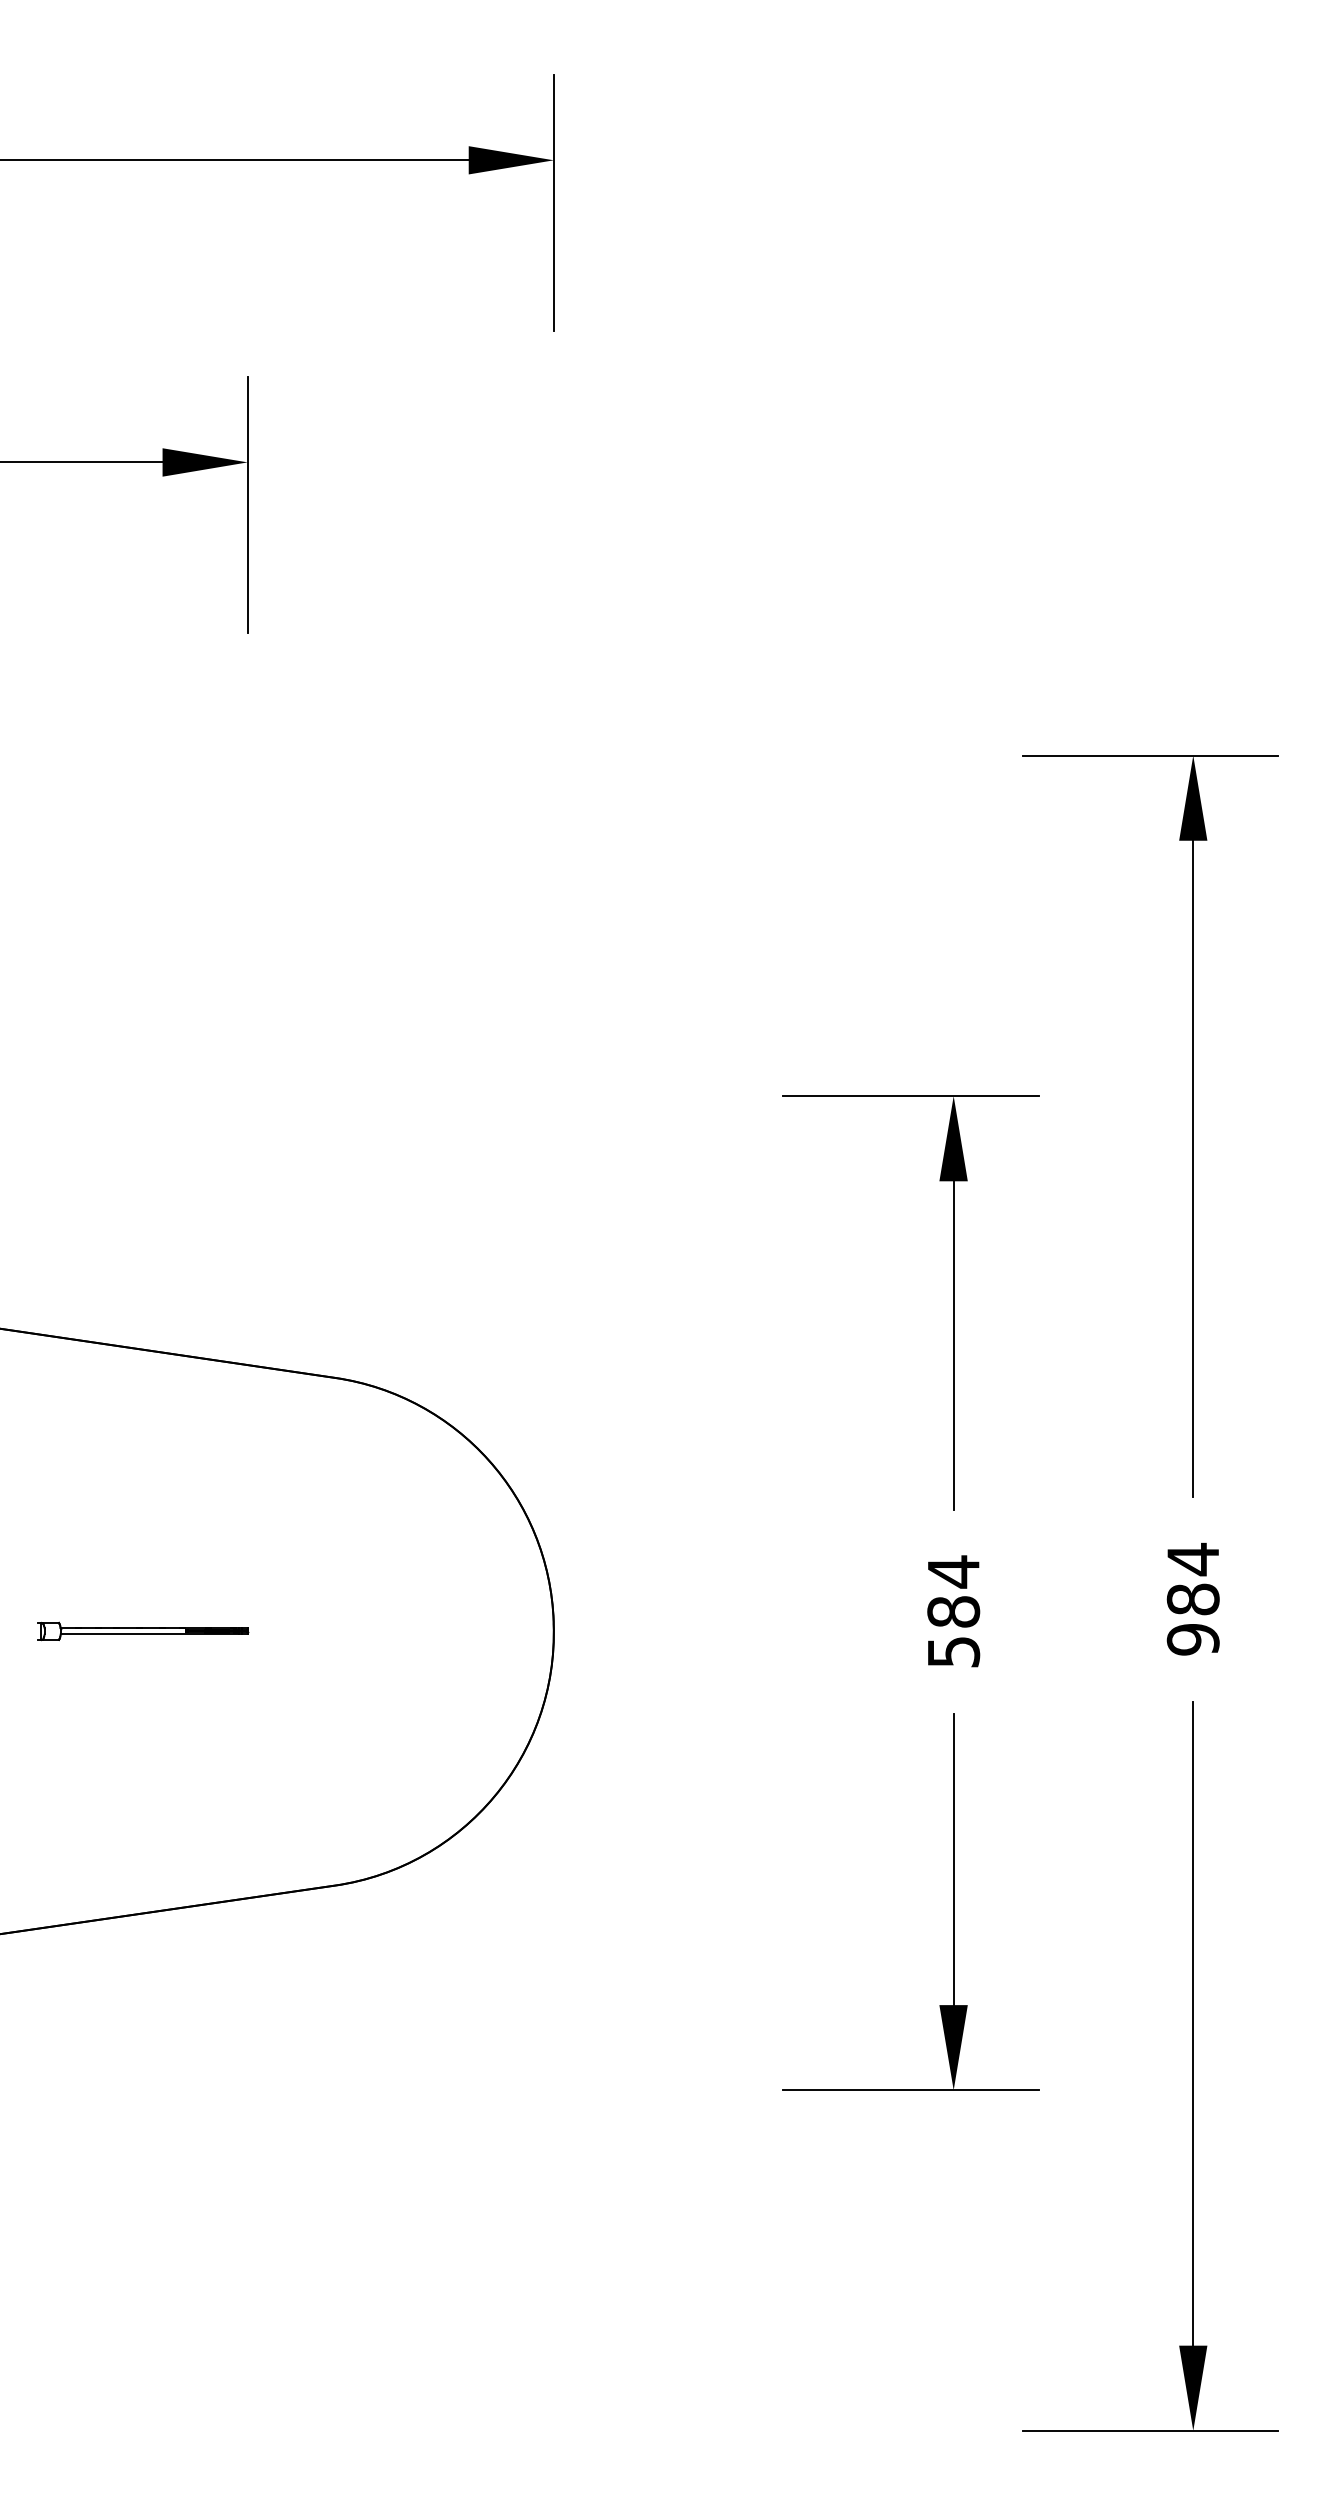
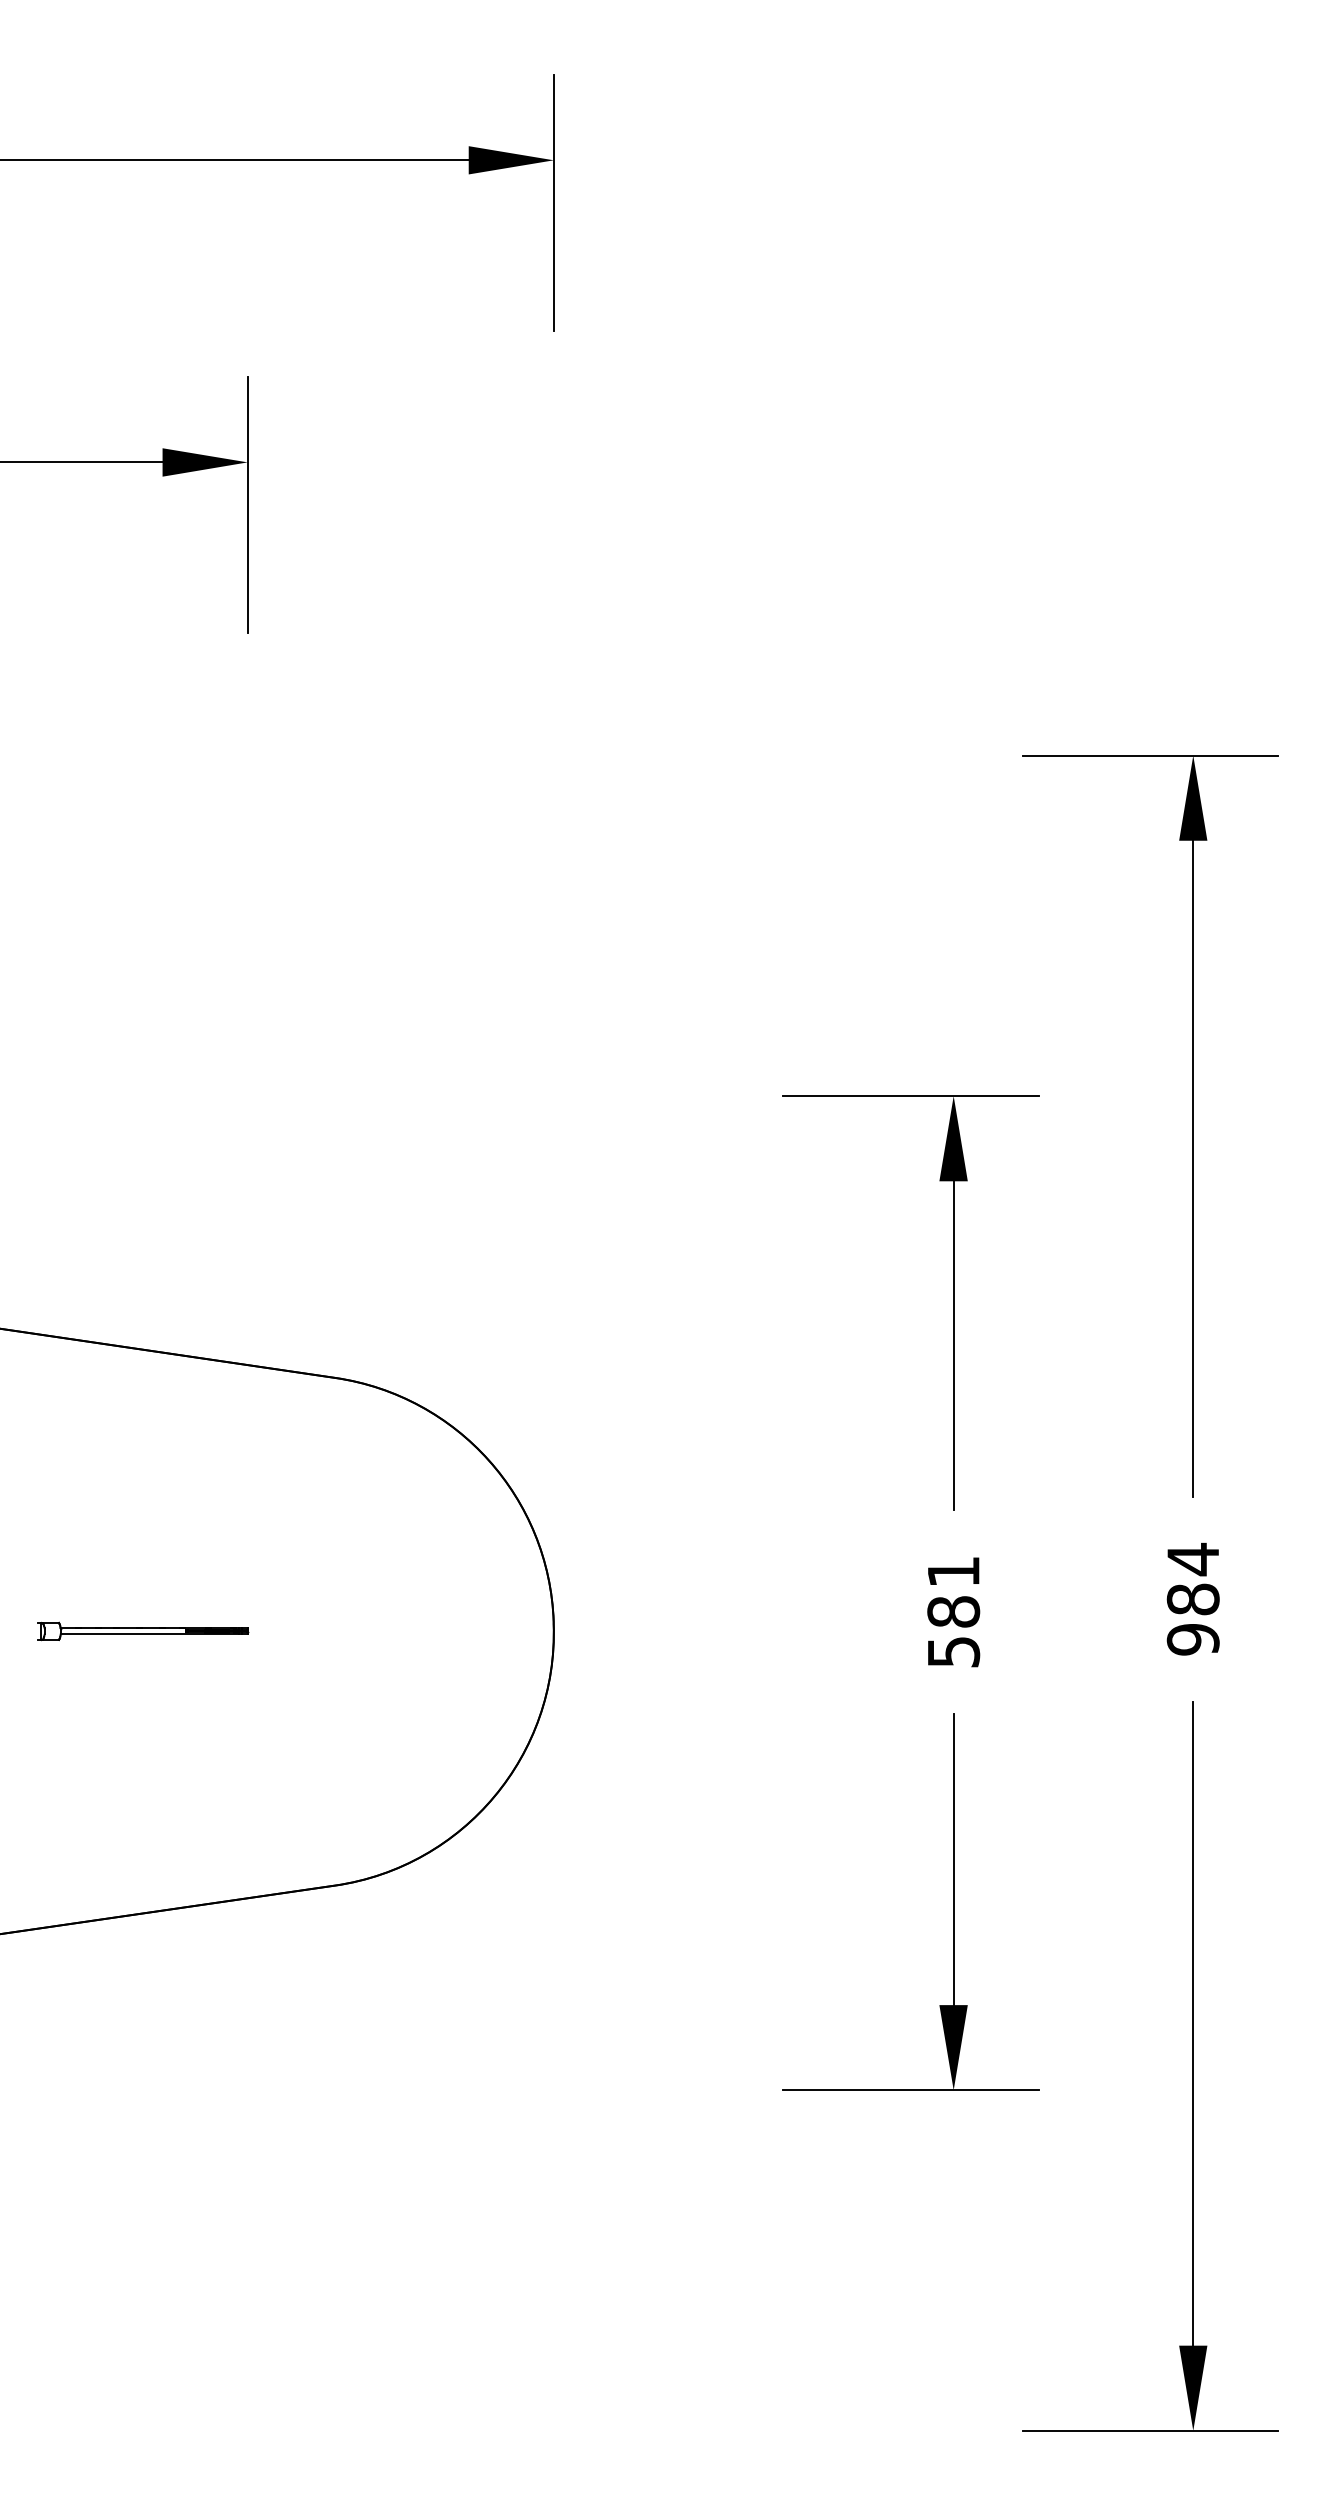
text at (953, 1571): 584 -> 581
